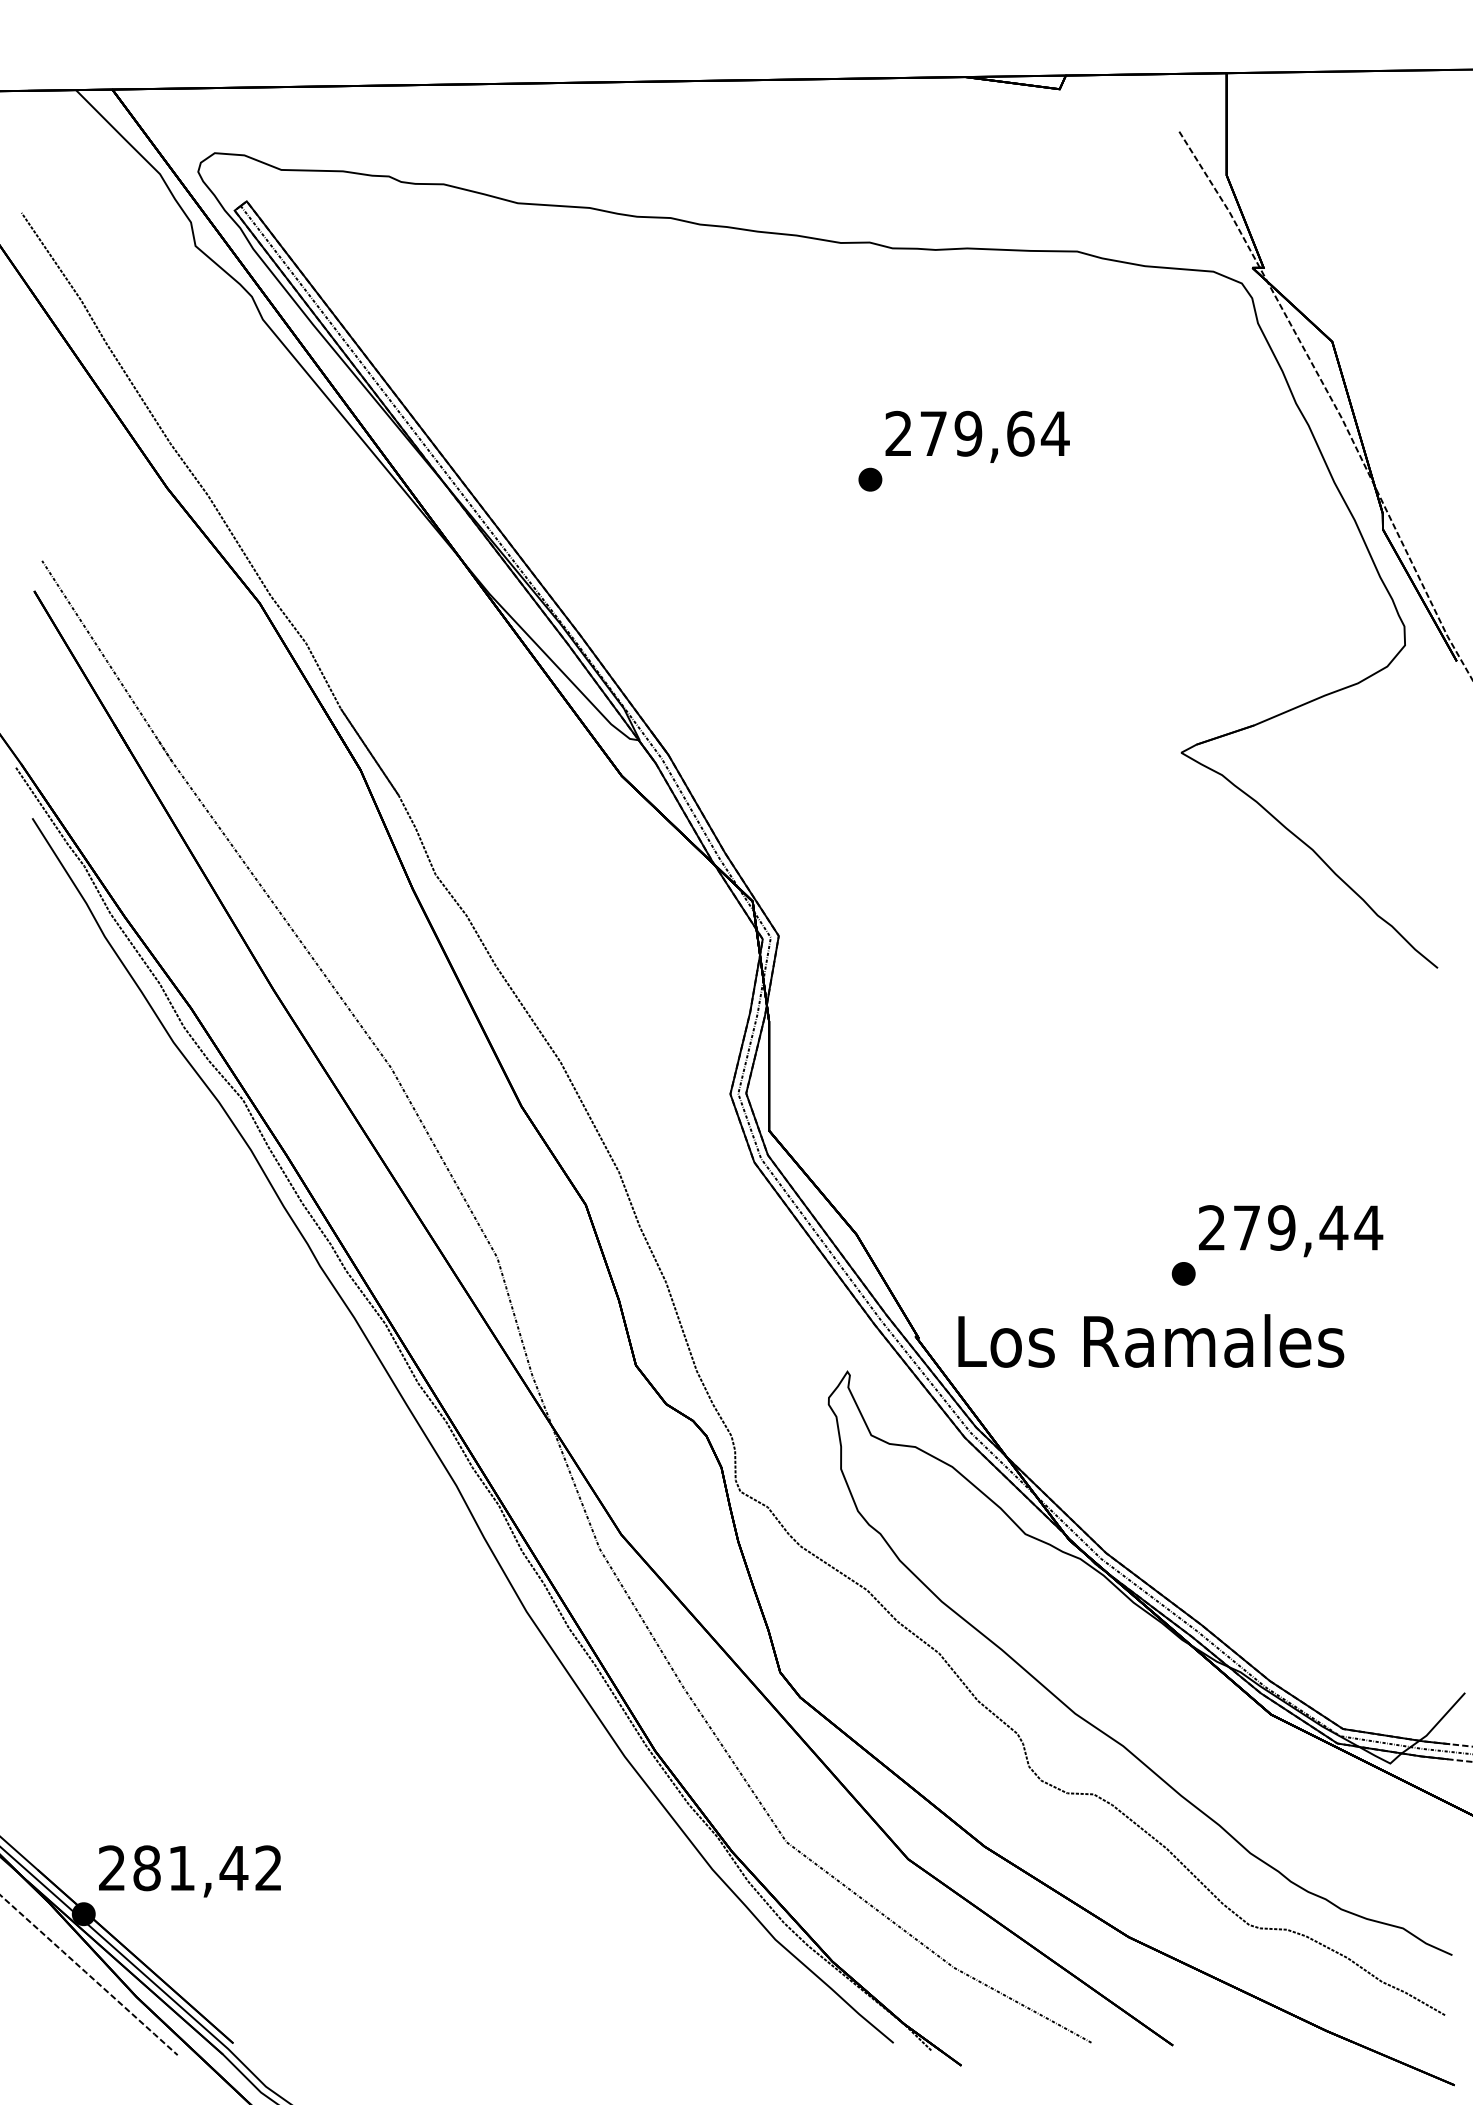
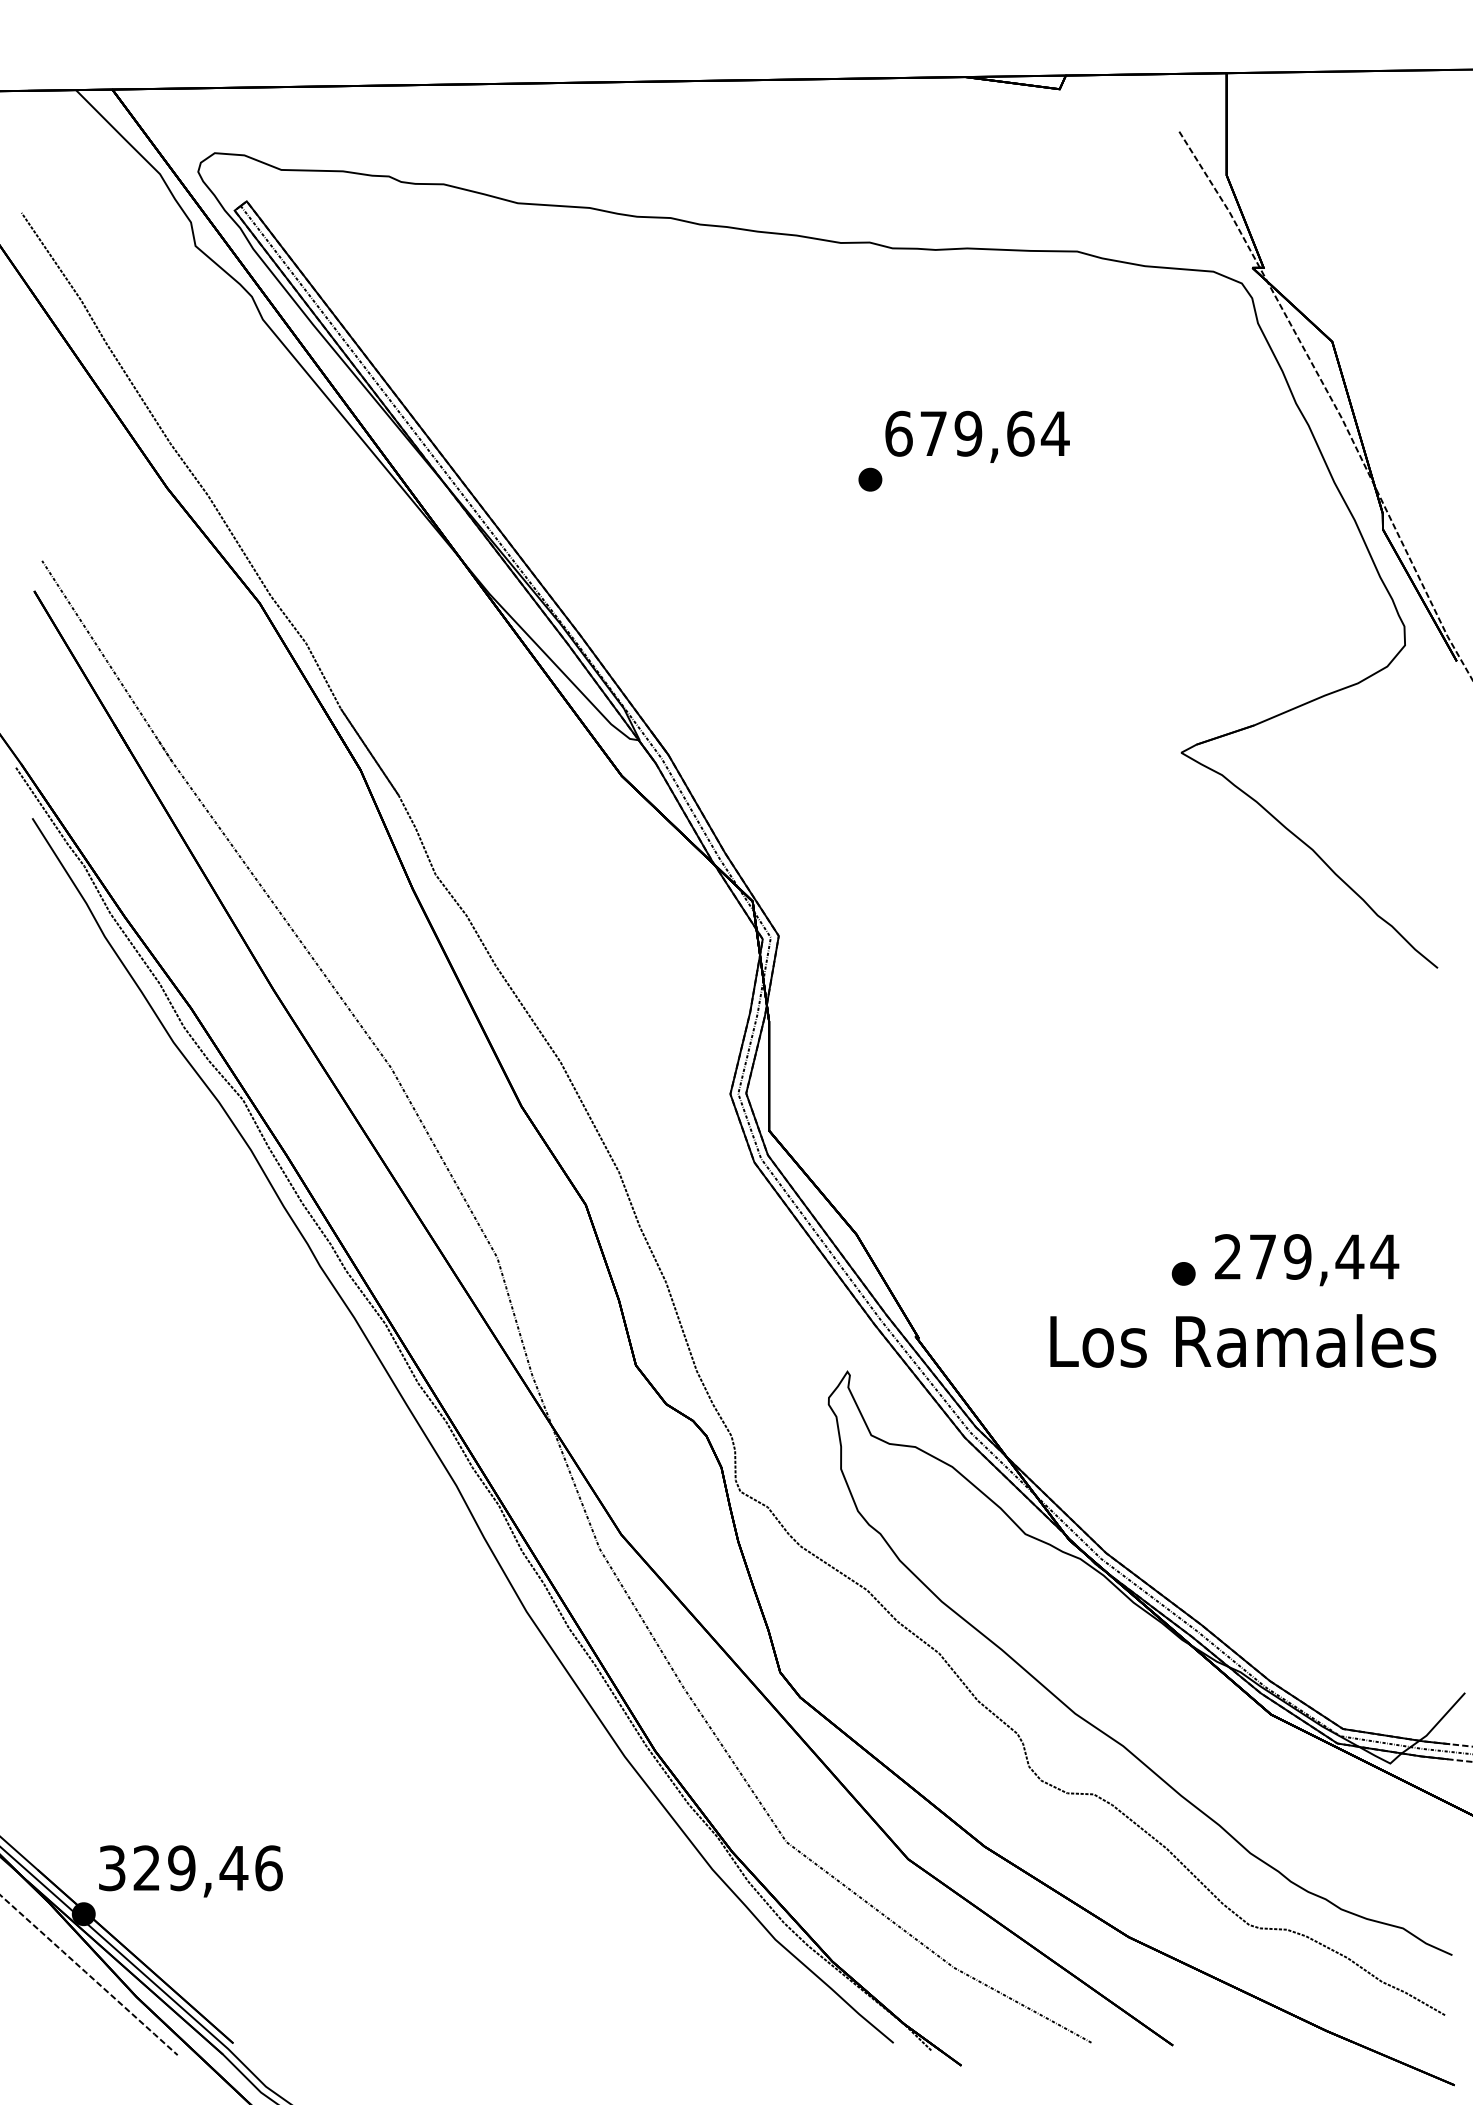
text at (898, 433): 279,64 -> 679,64
text at (1291, 1231) position: (1291, 1231) -> (1307, 1260)
text at (1151, 1340) position: (1151, 1340) -> (1243, 1340)
text at (190, 1868): 281,42 -> 329,46
